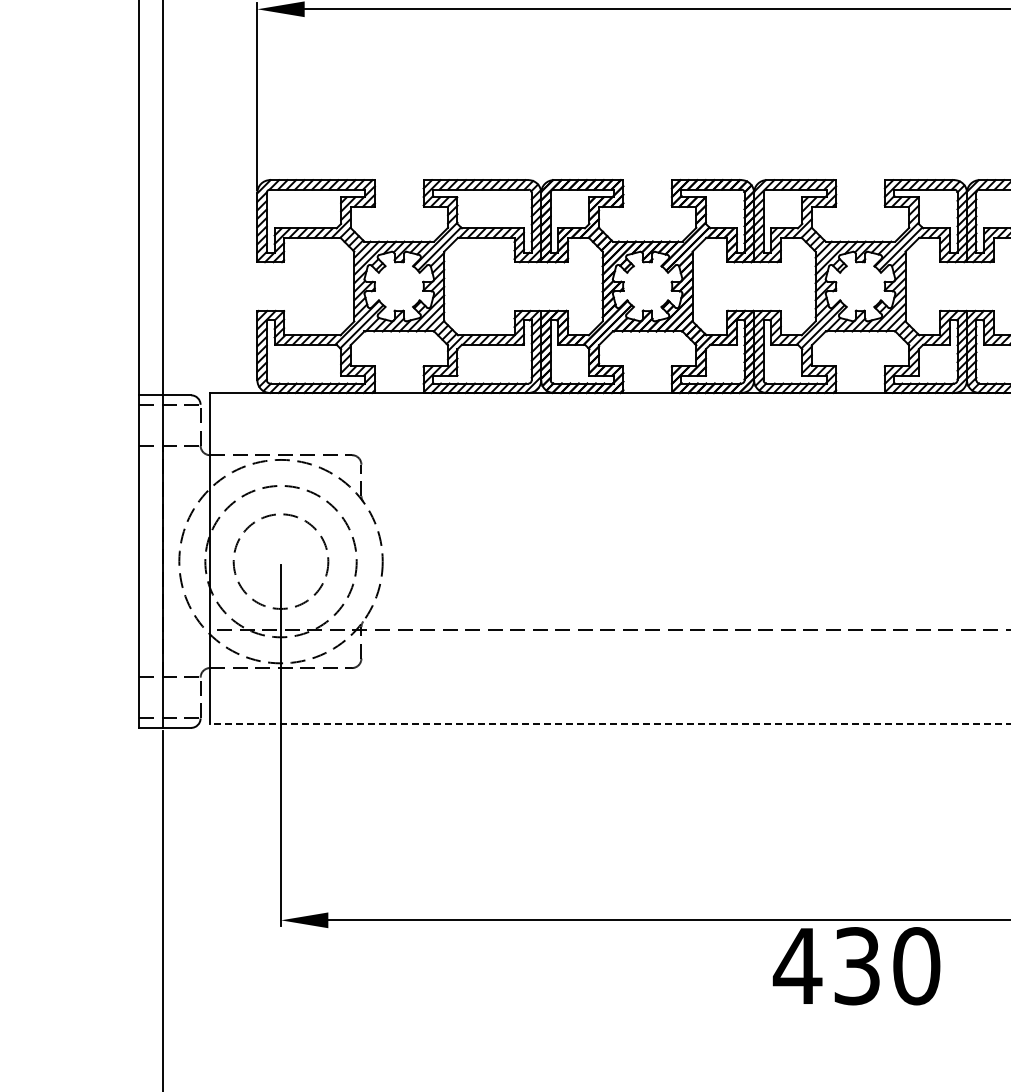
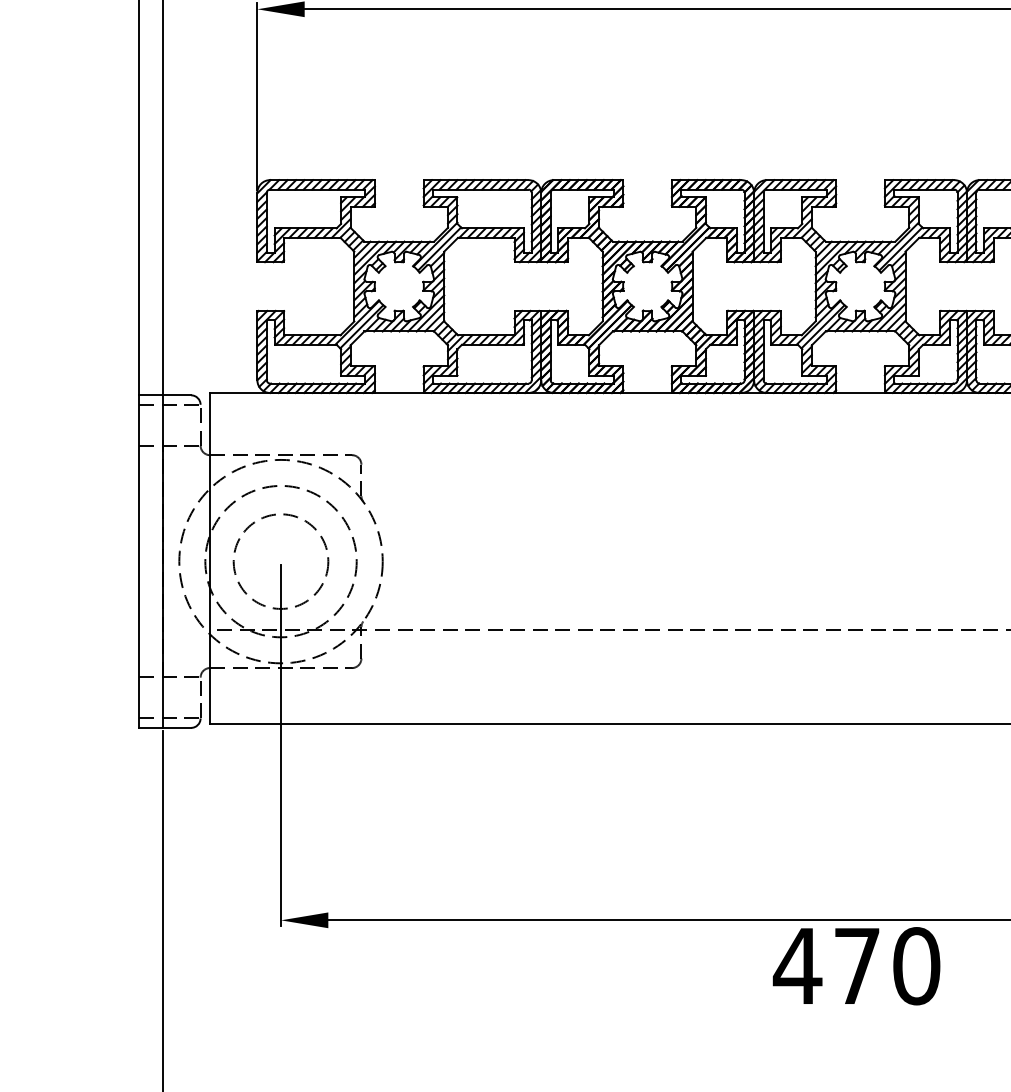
line at (609, 724): dashed -> solid
text at (856, 966): 430 -> 470
